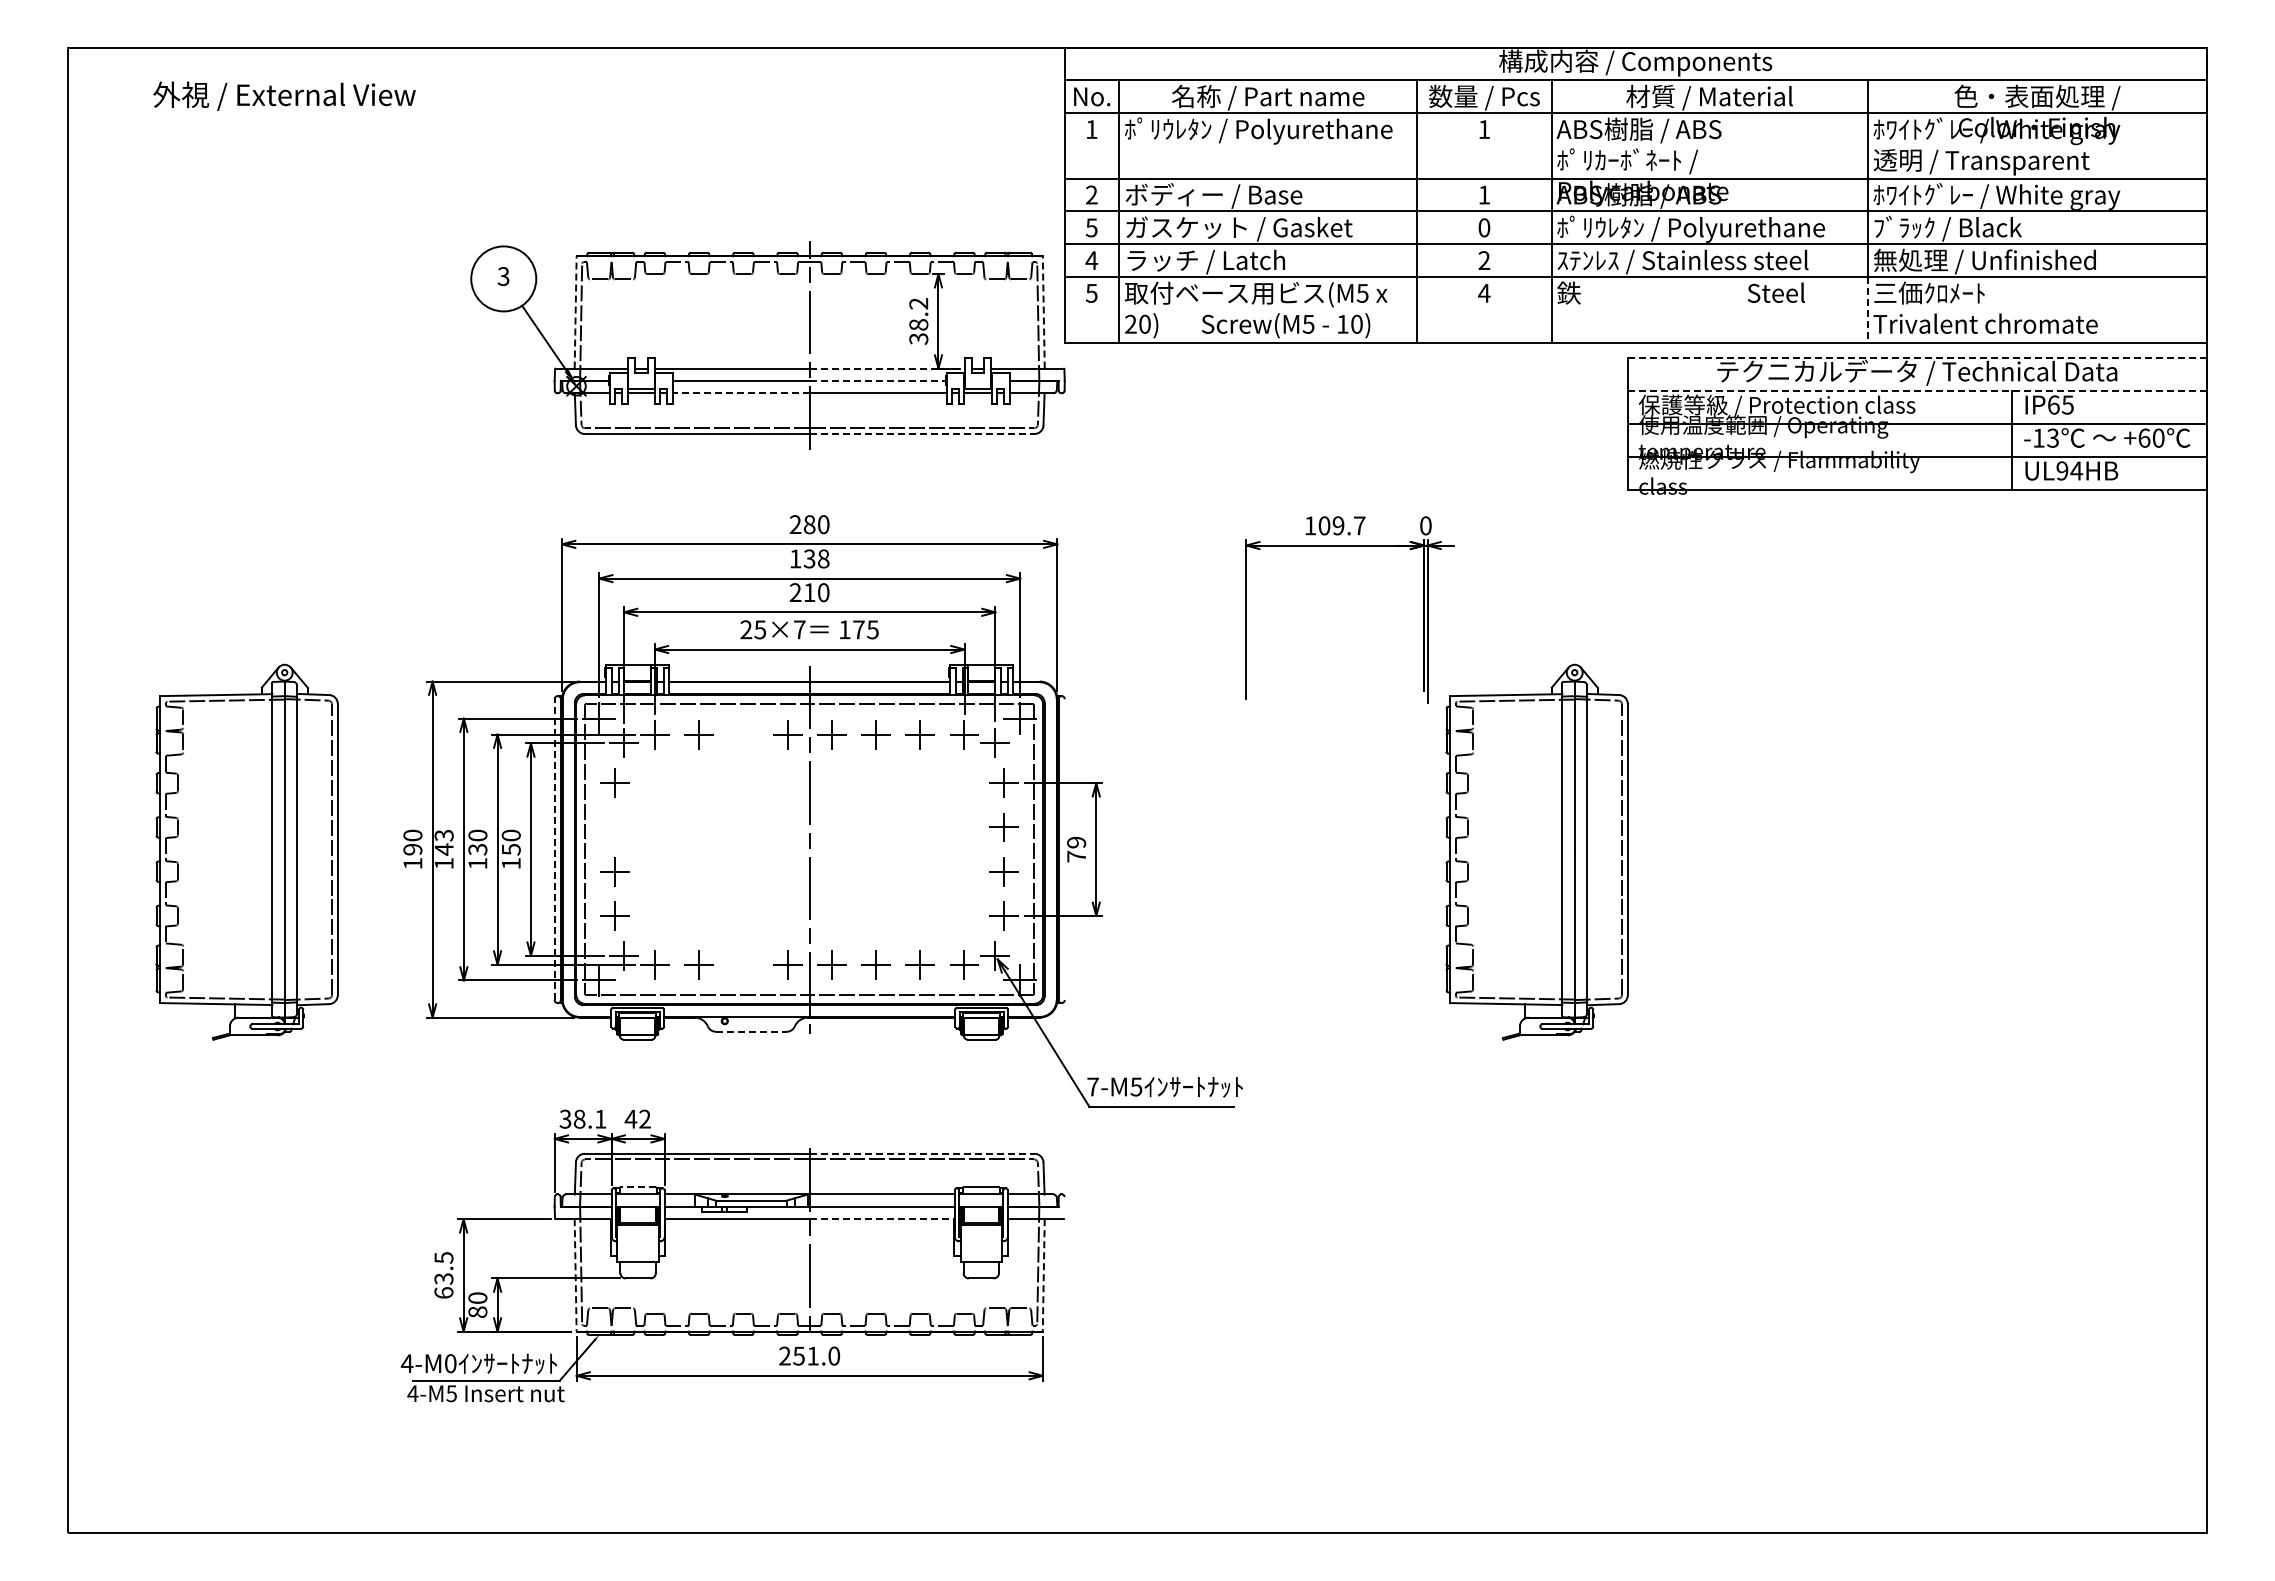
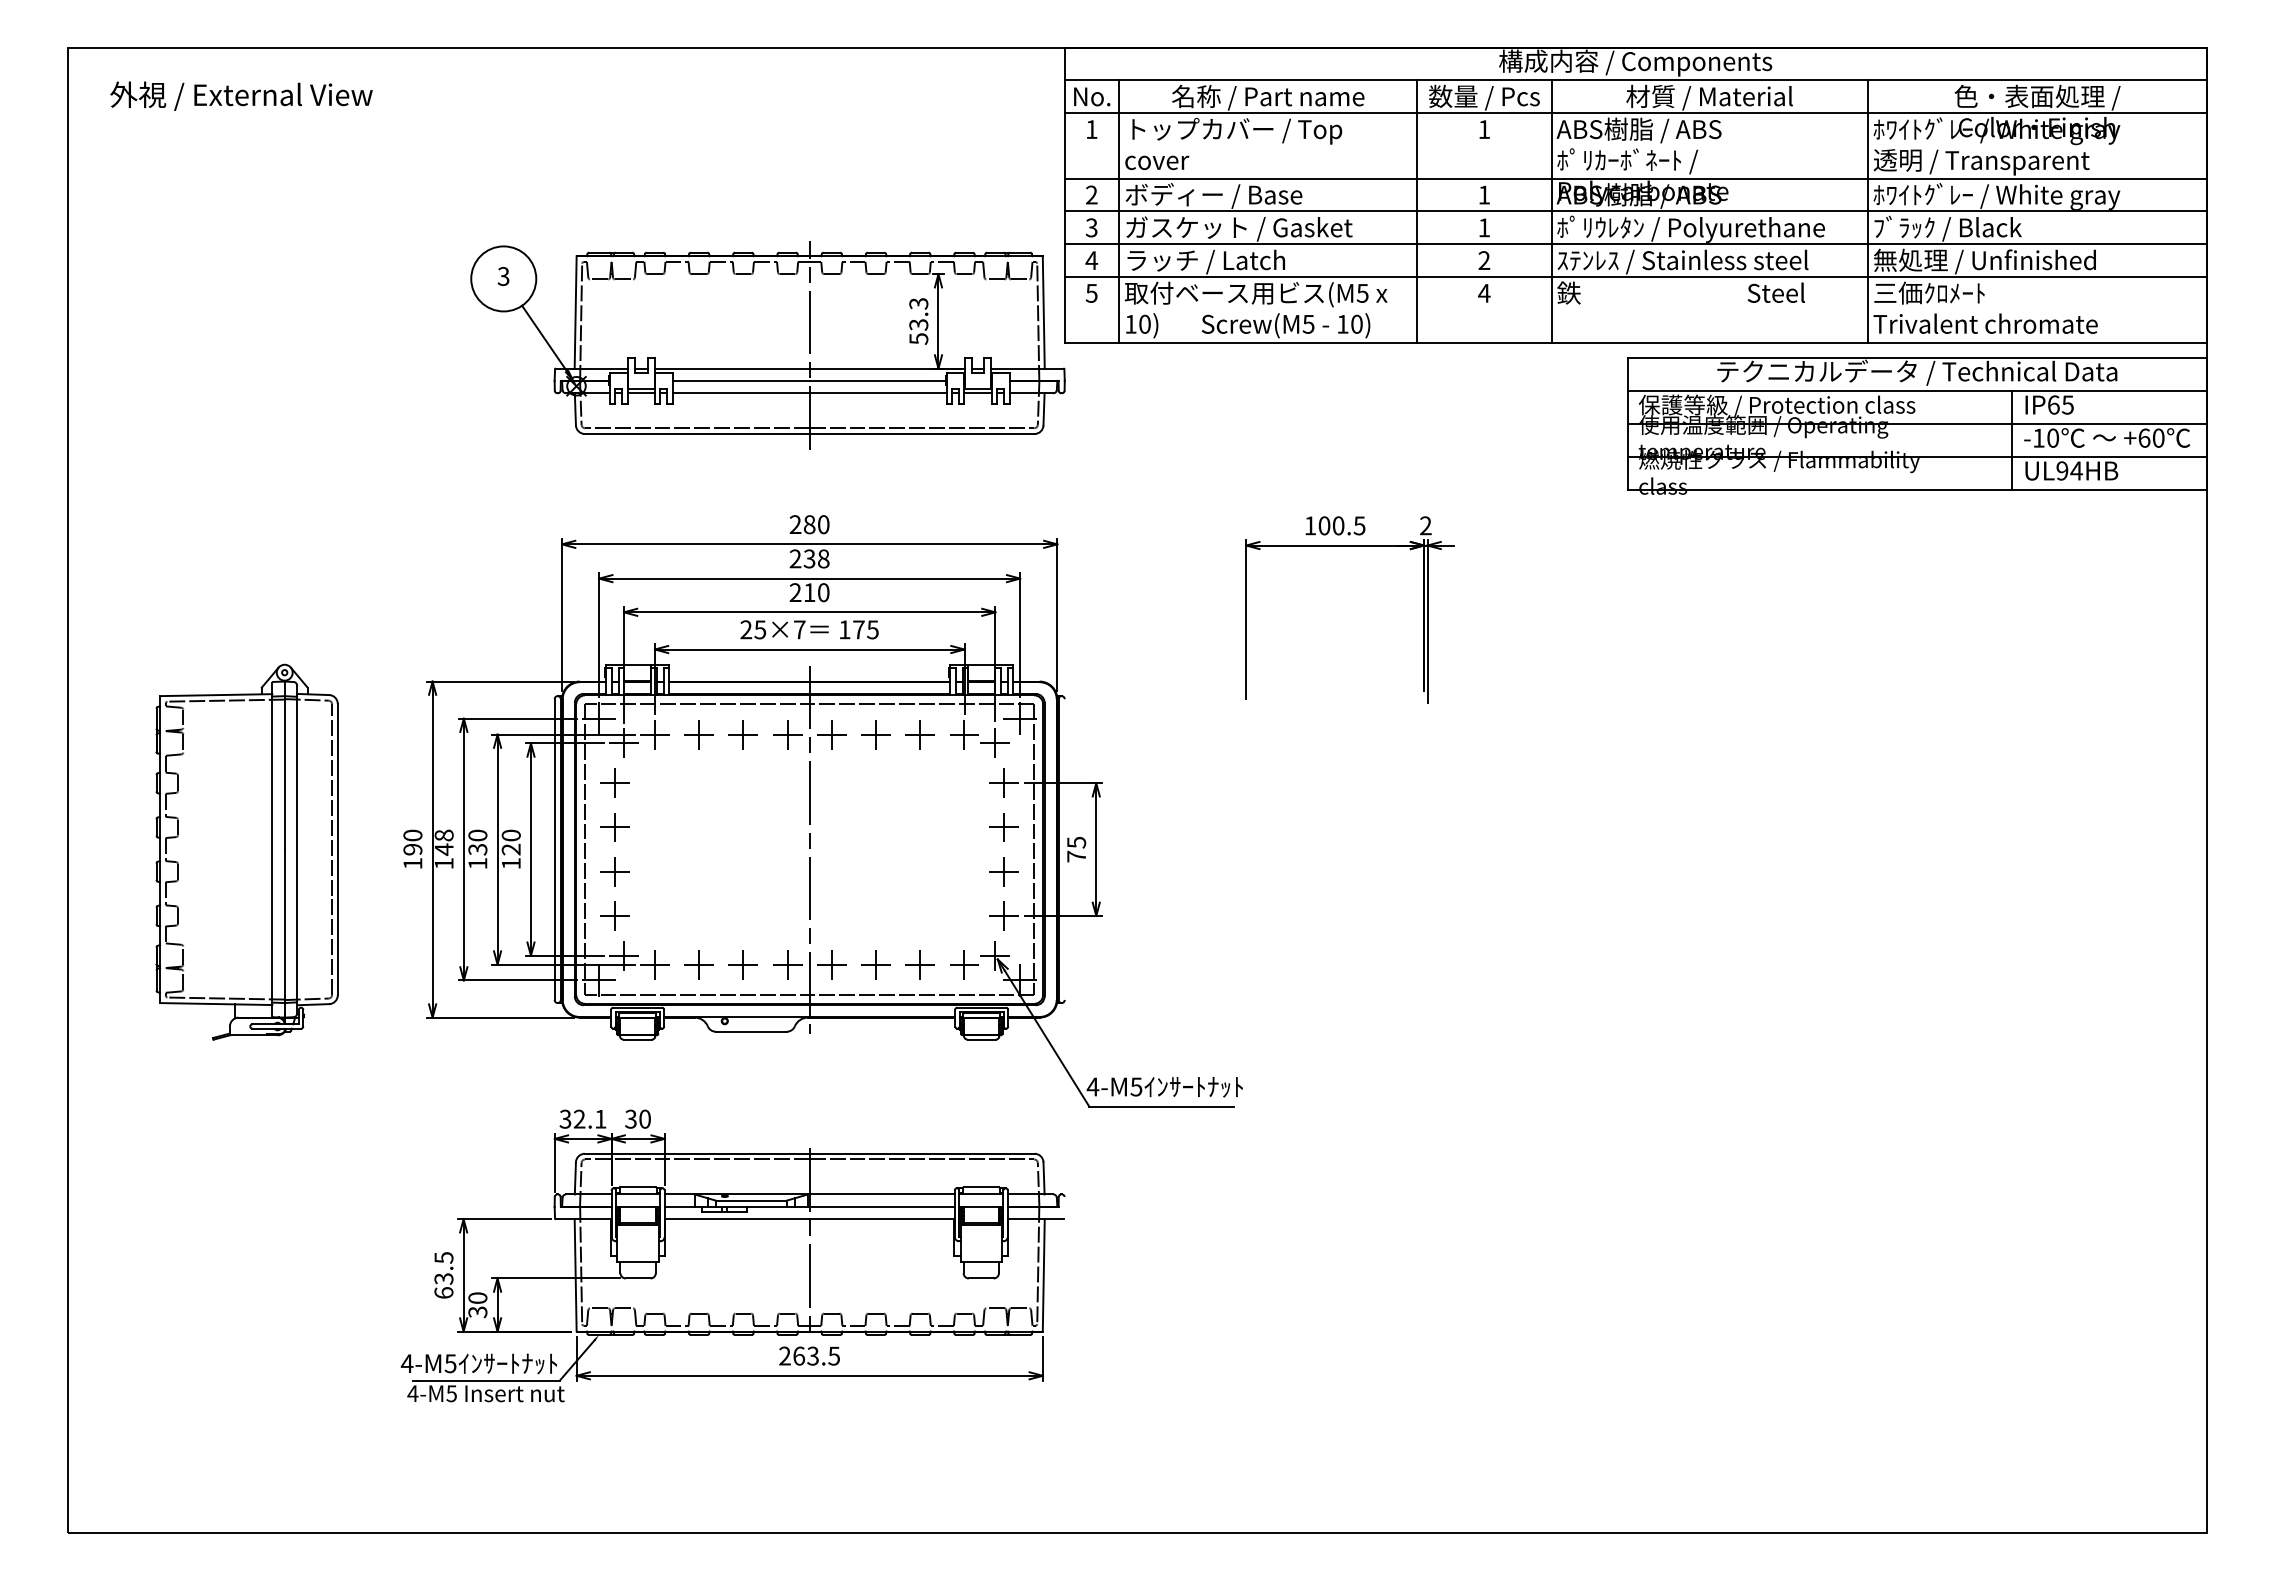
text at (284, 95) position: (284, 95) -> (241, 95)
text at (1258, 143): ﾎﾟﾘｳﾚﾀﾝ / Polyurethane -> トップカバー / Top cover
text at (1091, 227): 5 -> 3
text at (1484, 227): 0 -> 1
line at (1867, 309): dashed -> solid
line at (575, 311): dashed -> solid
line at (1043, 311): dashed -> solid
text at (918, 321): 38.2 -> 53.3
text at (1130, 323): 20) -> 10)
line at (1917, 357): dashed -> solid
line at (887, 368): dashed -> solid
line at (877, 380): dashed -> solid
line at (1917, 390): dashed -> solid
line at (741, 393): dashed -> solid
line at (922, 433): dashed -> solid
text at (2052, 437): -13 -> -10
text at (1348, 525): 109.7 -> 100.5
text at (1425, 525): 0 -> 2
text at (795, 558): 138 -> 238
part at (742, 734): none -> present
part at (614, 827): none -> present
text at (443, 835): 143 -> 148
text at (1076, 842): 79 -> 75
text at (510, 849): 150 -> 120
line at (554, 849): dashed -> solid
part at (1536, 851): present -> none
part at (742, 964): none -> present
line at (751, 1031): dashed -> solid
text at (1092, 1086): 7-M5 -> 4-M5
text at (579, 1118): 38.1 -> 32.1
text at (637, 1118): 42 -> 30
line at (922, 1153): dashed -> solid
line at (638, 1187): dashed -> solid
line at (882, 1219): dashed -> solid
line at (575, 1275): dashed -> solid
line at (1043, 1275): dashed -> solid
text at (477, 1312): 80 -> 30
text at (816, 1355): 251.0 -> 263.5
text at (450, 1363): 4-M0 -> 4-M5
